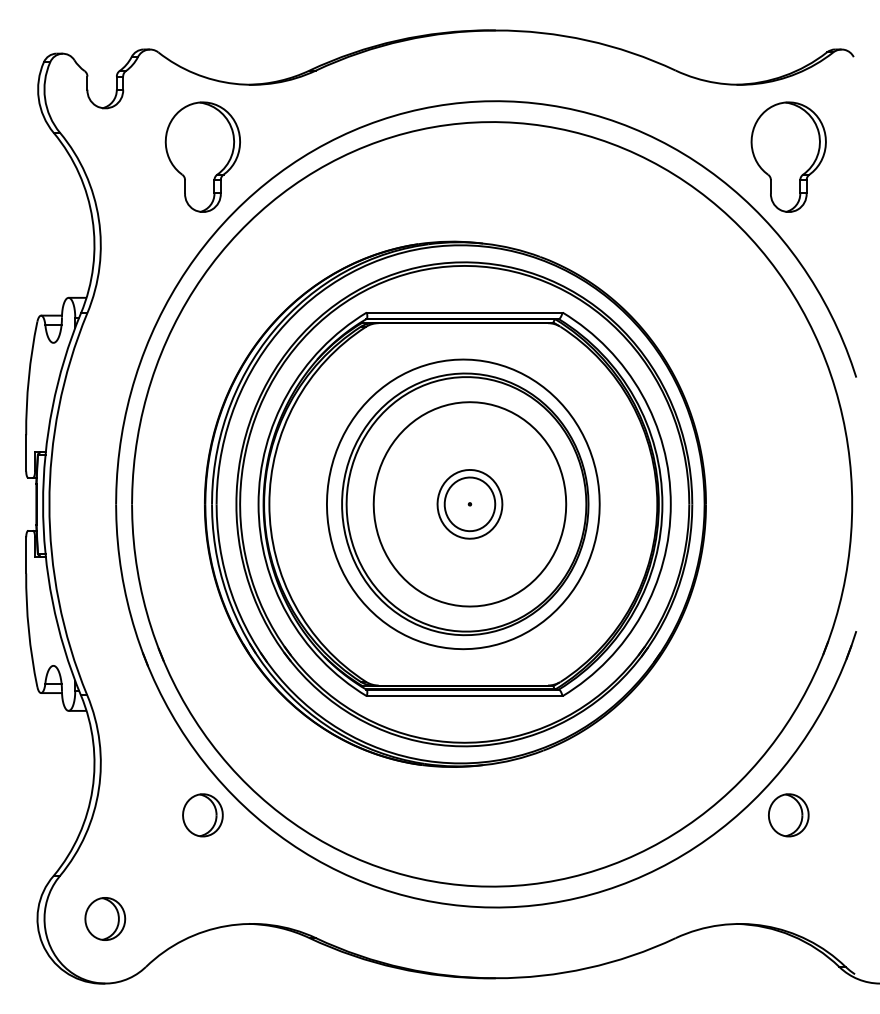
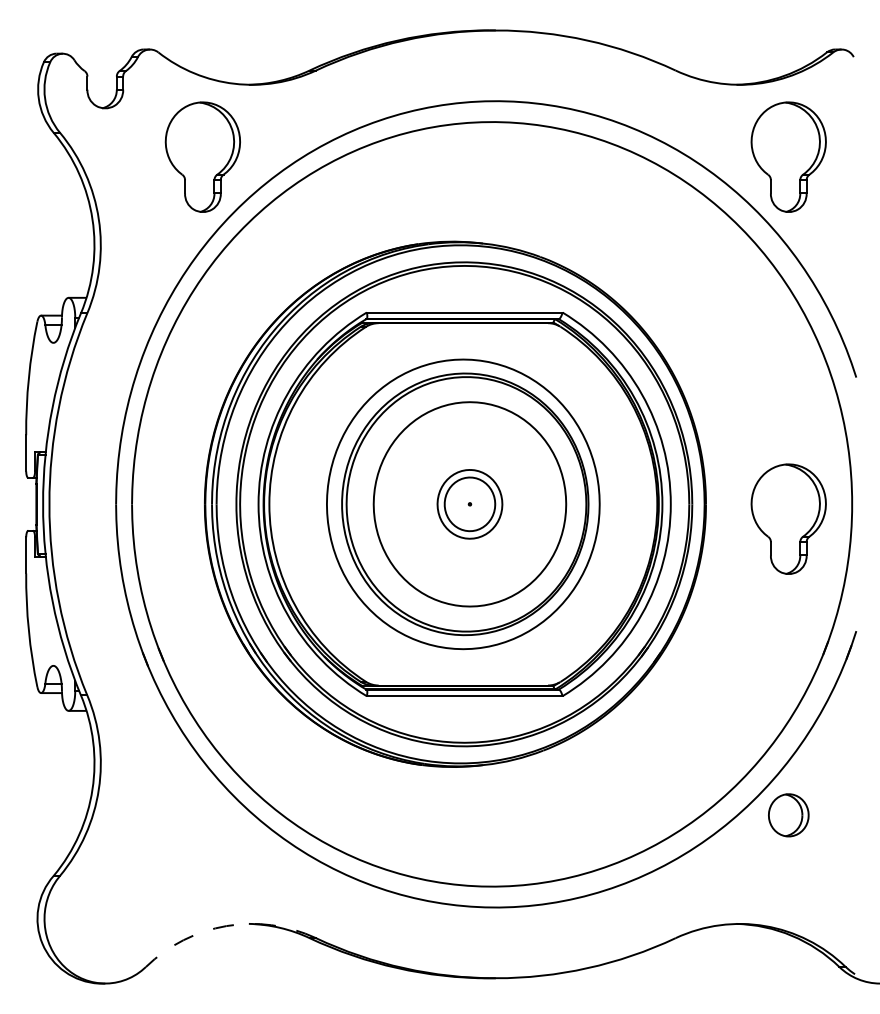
part at (788, 518): none -> present
part at (202, 815): present -> none
part at (105, 918): present -> none
arc at (226, 926): solid -> dashed
